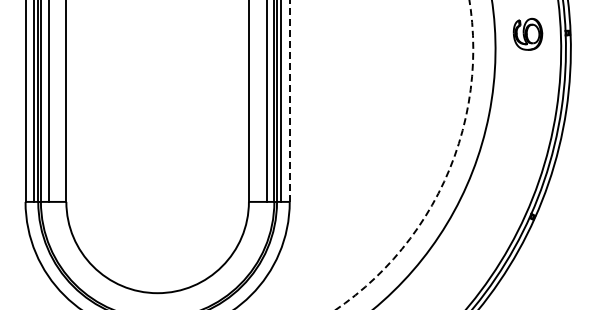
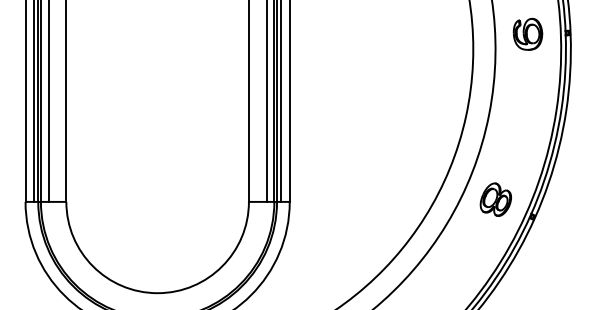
line at (289, 101): dashed -> solid
arc at (446, 177): dashed -> solid
part at (495, 199): none -> present
